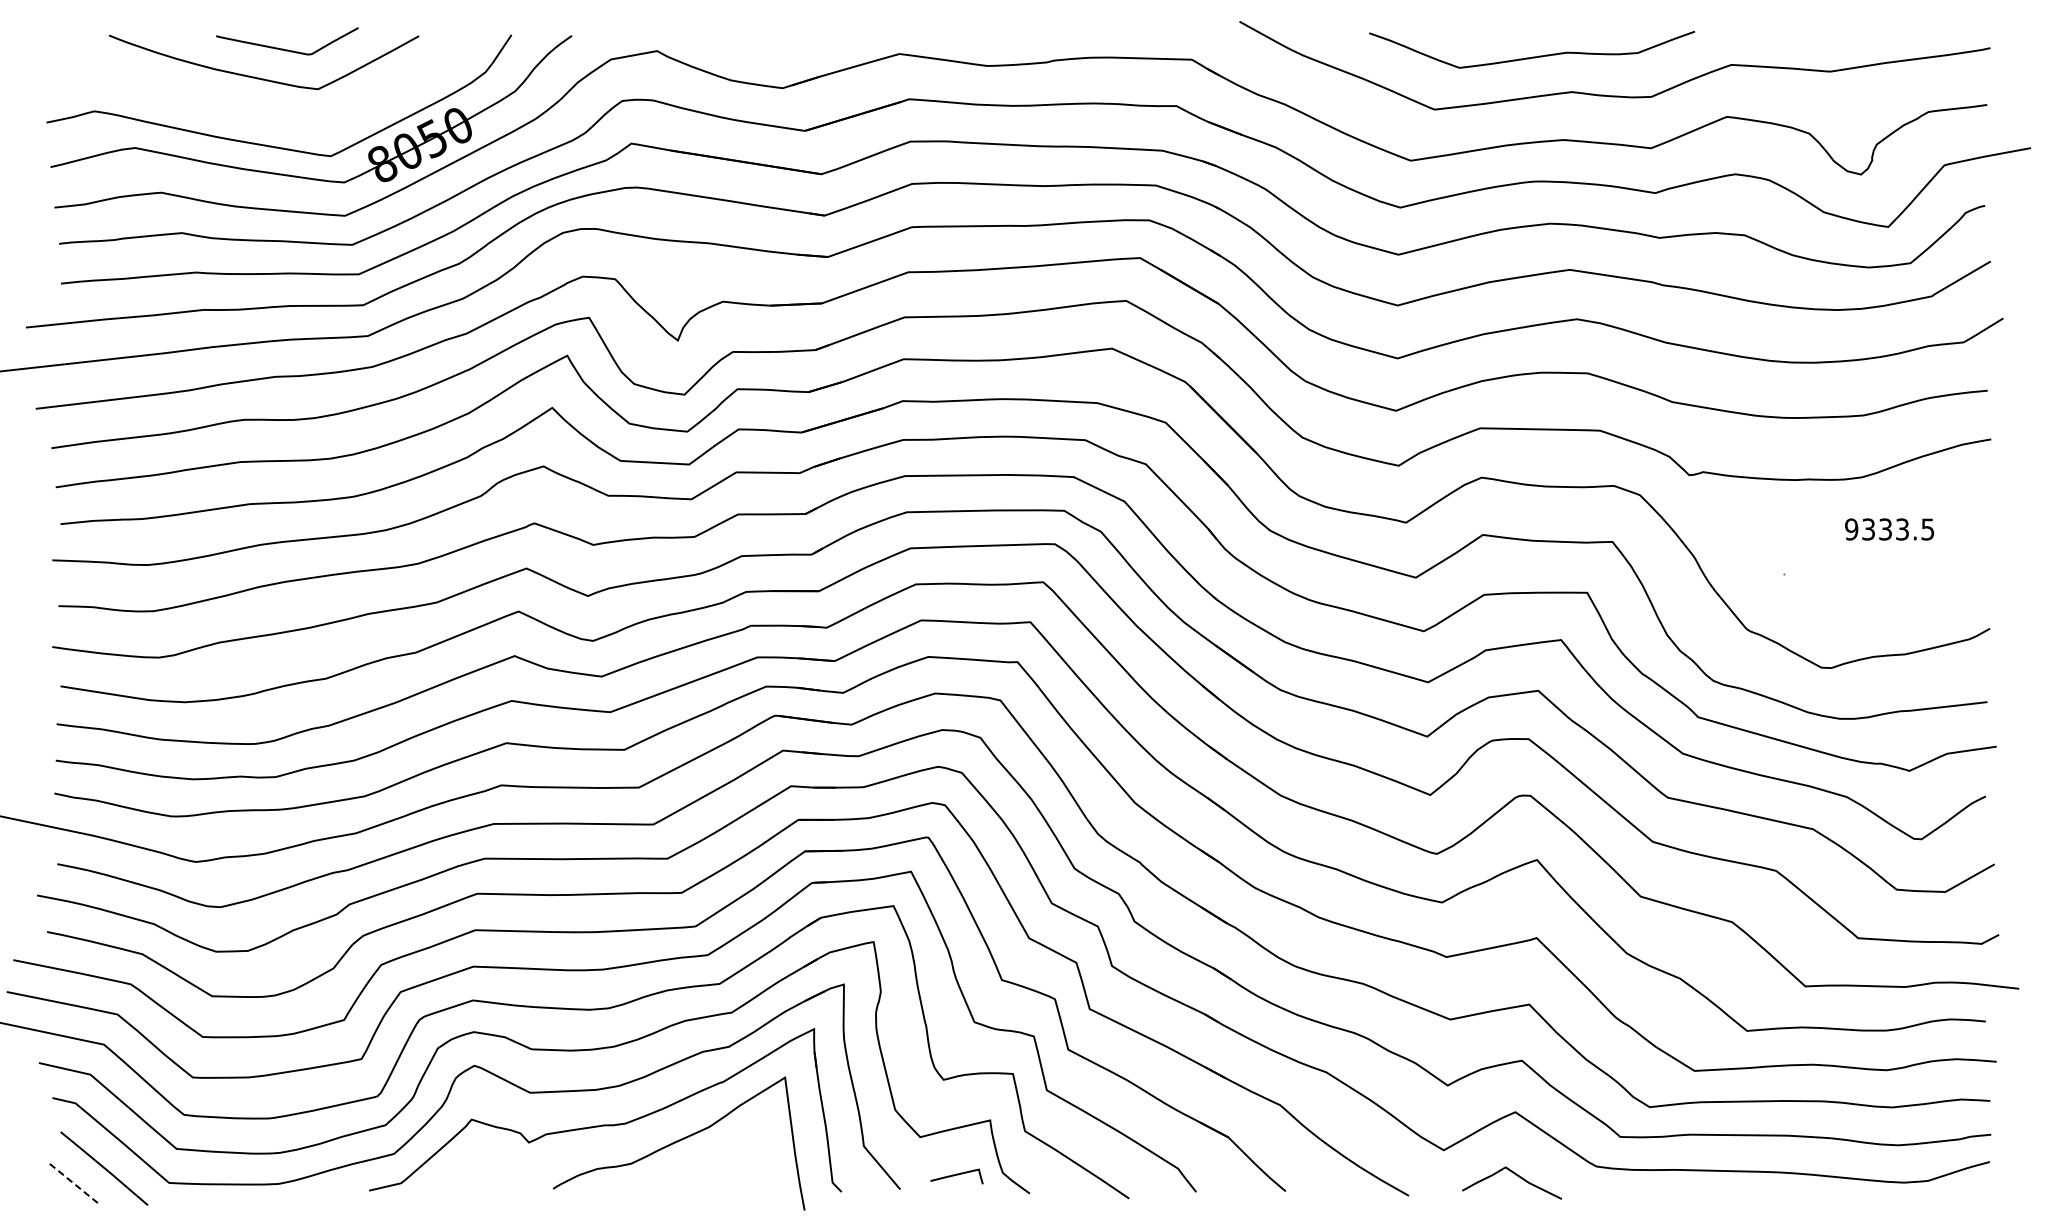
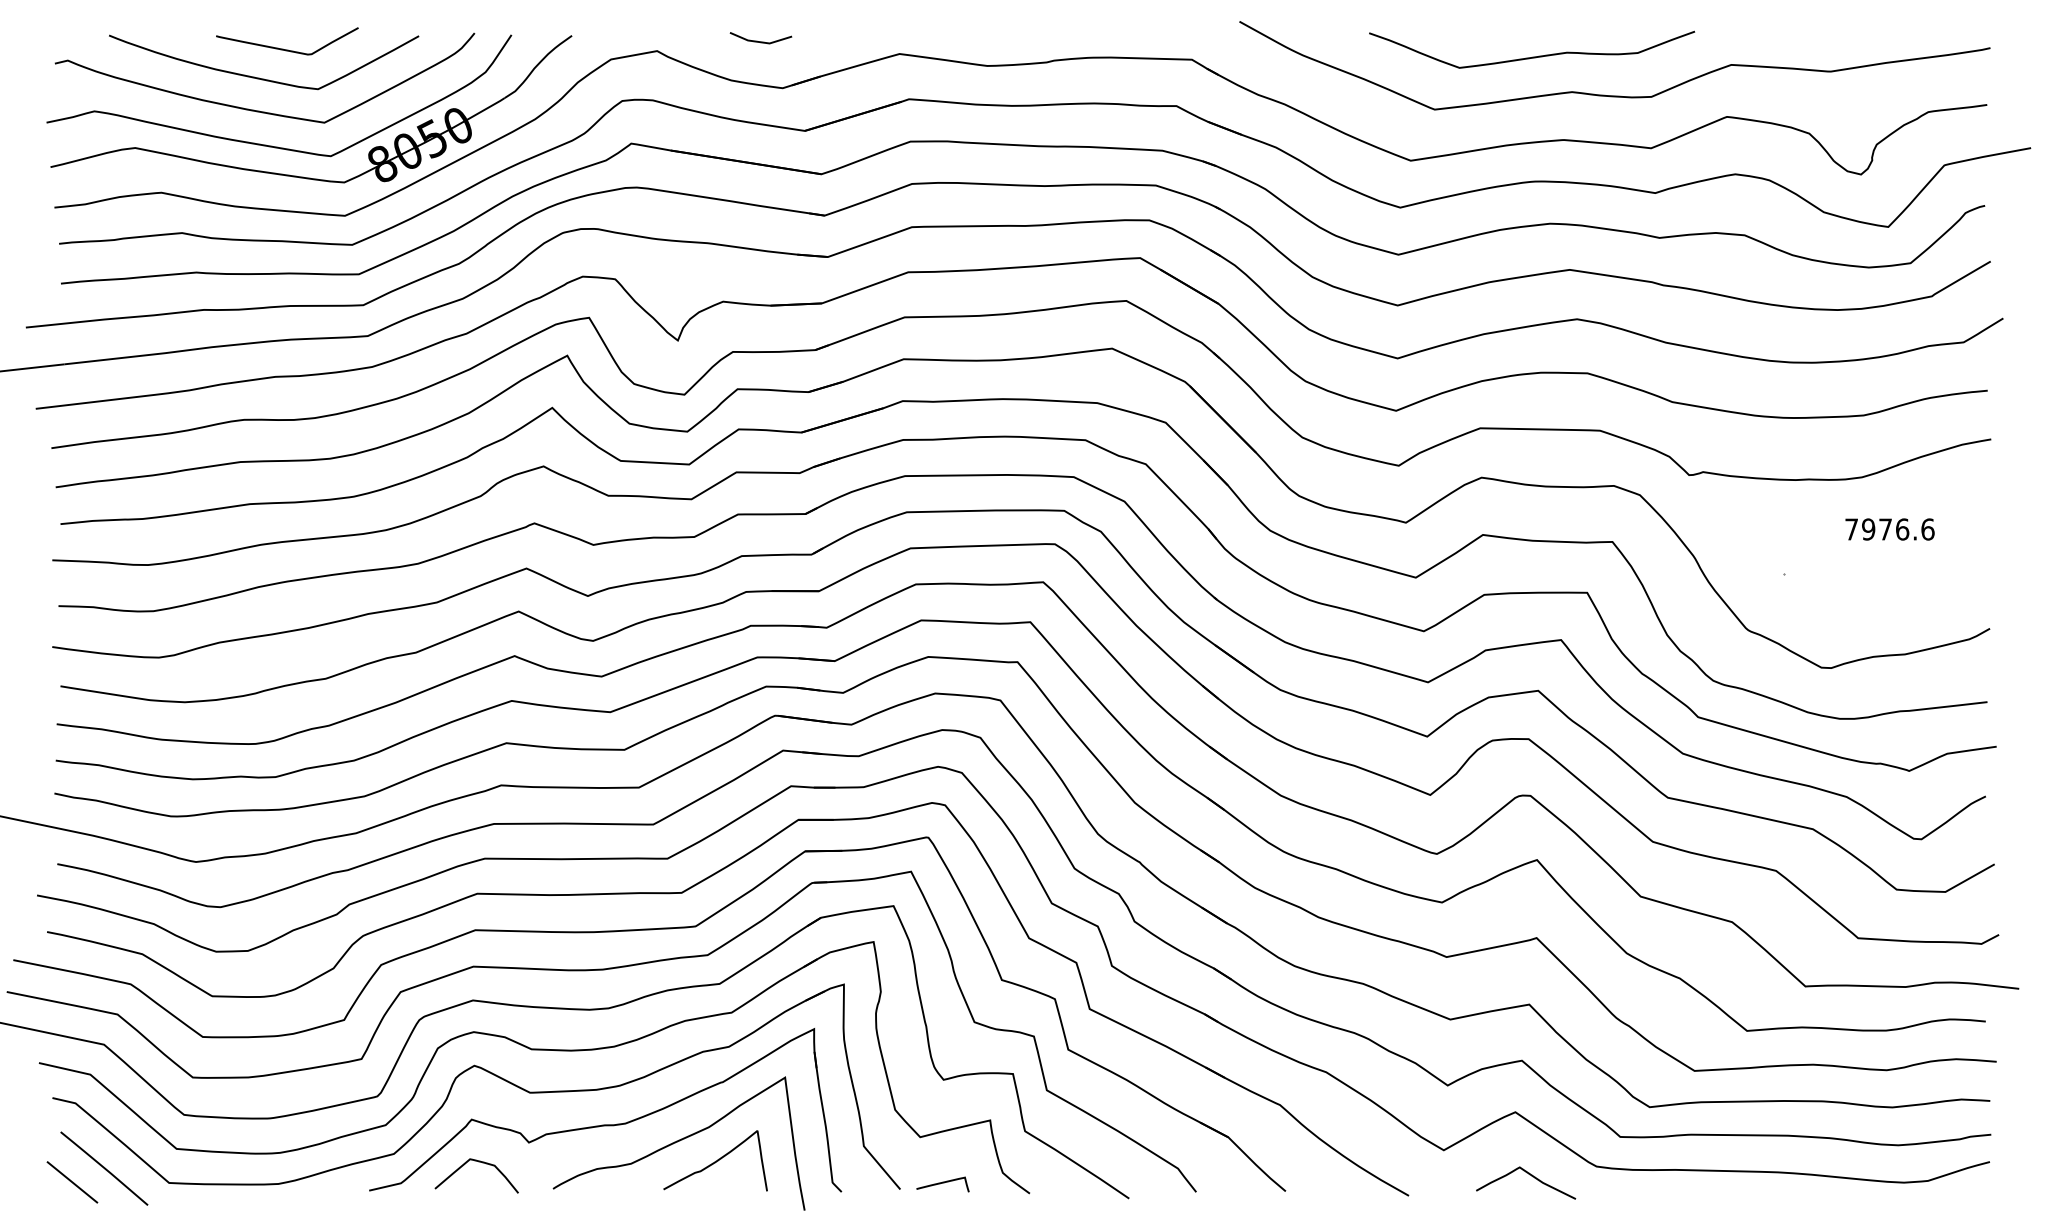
line at (760, 41): none -> present
curve at (259, 110): none -> present
text at (1889, 529): 9333.5 -> 7976.6
curve at (716, 1160): none -> present
curve at (478, 1162): none -> present
curve at (956, 1175) position: (956, 1175) -> (942, 1183)
curve at (1517, 1176) position: (1517, 1176) -> (1531, 1176)
line at (72, 1182): dashed -> solid
